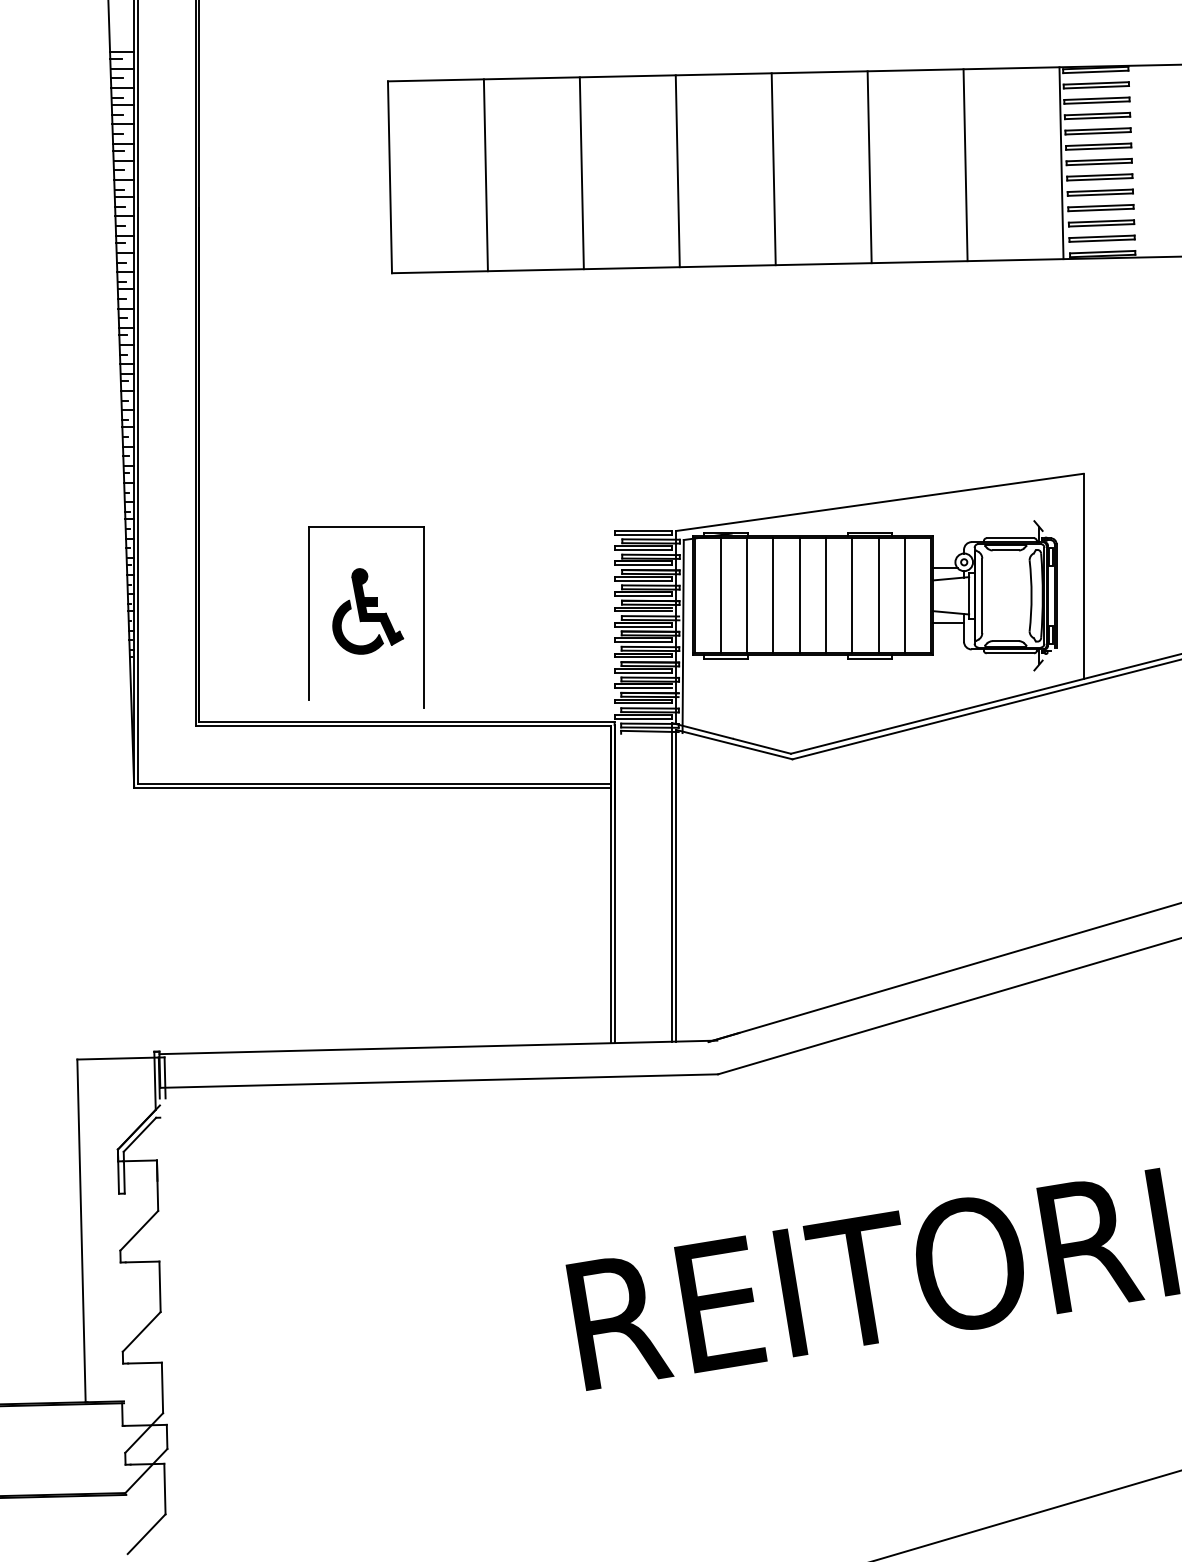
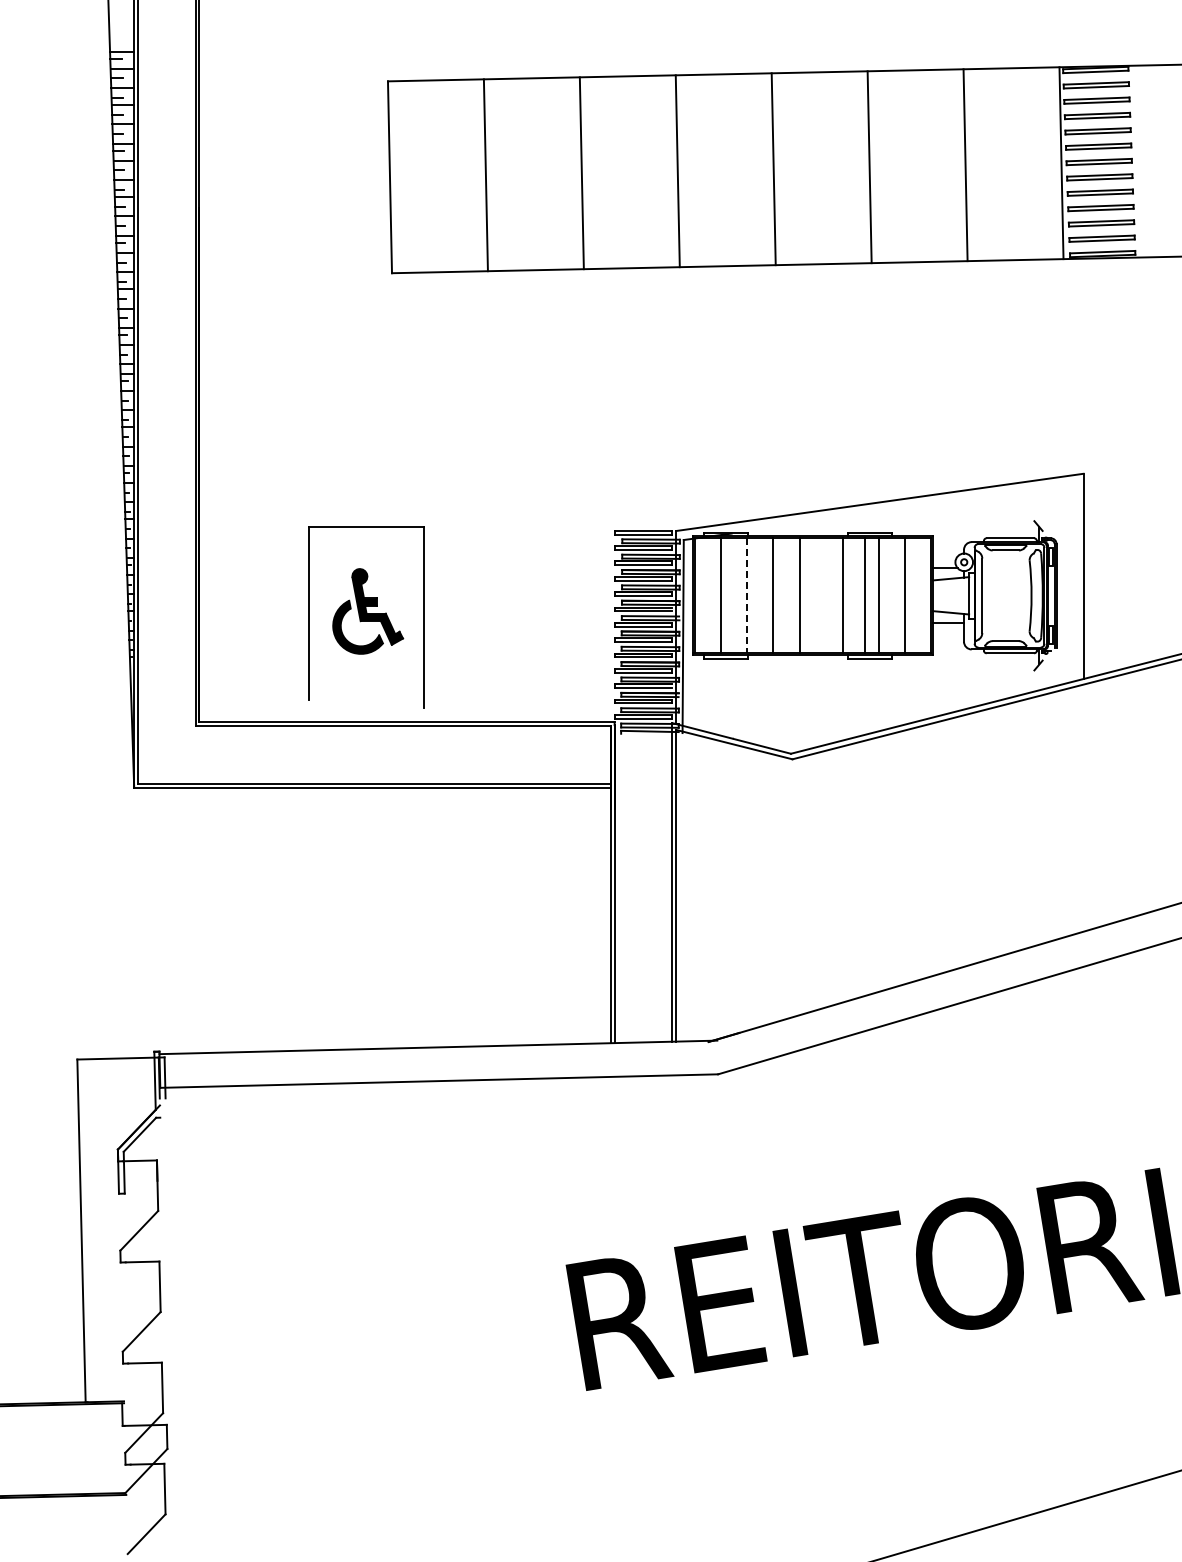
line at (747, 595): solid -> dashed
line at (825, 595) position: (825, 595) -> (842, 595)
line at (852, 595) position: (852, 595) -> (865, 595)
